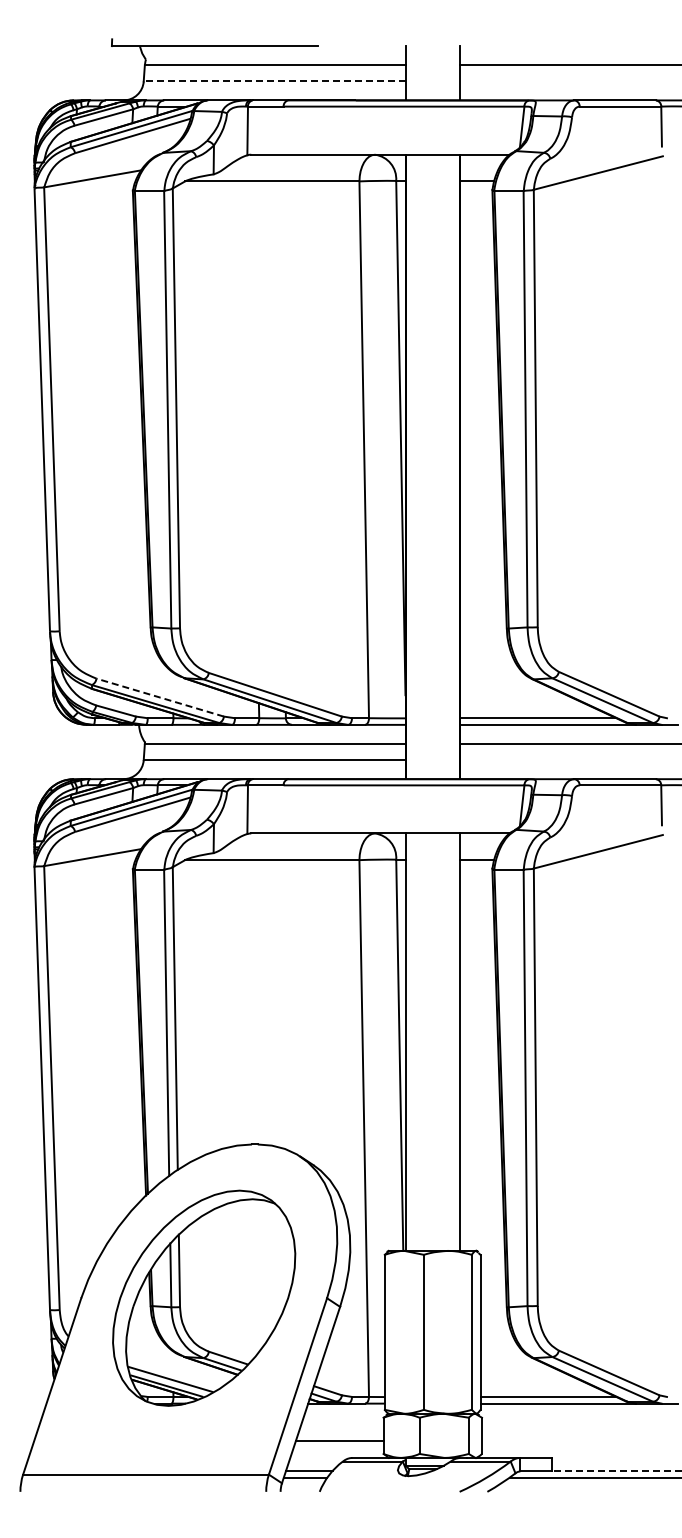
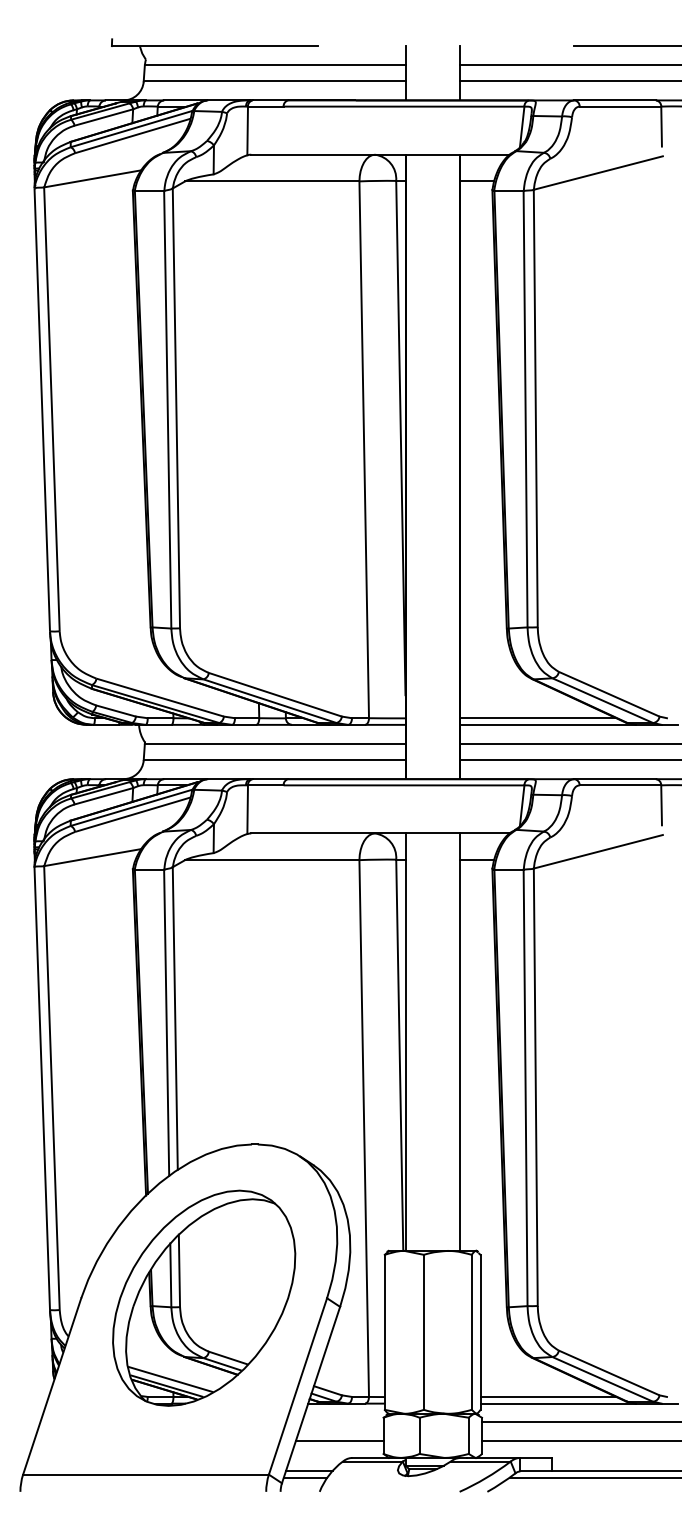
line at (626, 46): none -> present
line at (274, 81): dashed -> solid
line at (568, 81): none -> present
line at (160, 697): dashed -> solid
line at (568, 760): none -> present
line at (579, 1422): none -> present
line at (579, 1440): none -> present
line at (616, 1471): dashed -> solid
